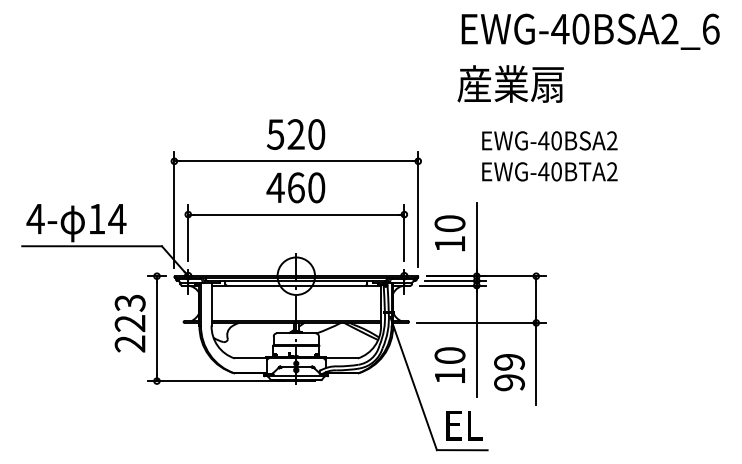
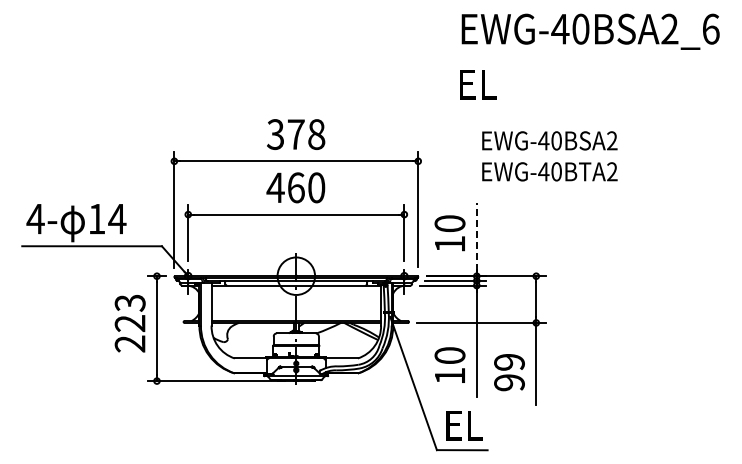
text at (510, 83): 産業扇 -> EL
text at (296, 134): 520 -> 378
line at (476, 236): solid -> dashed
